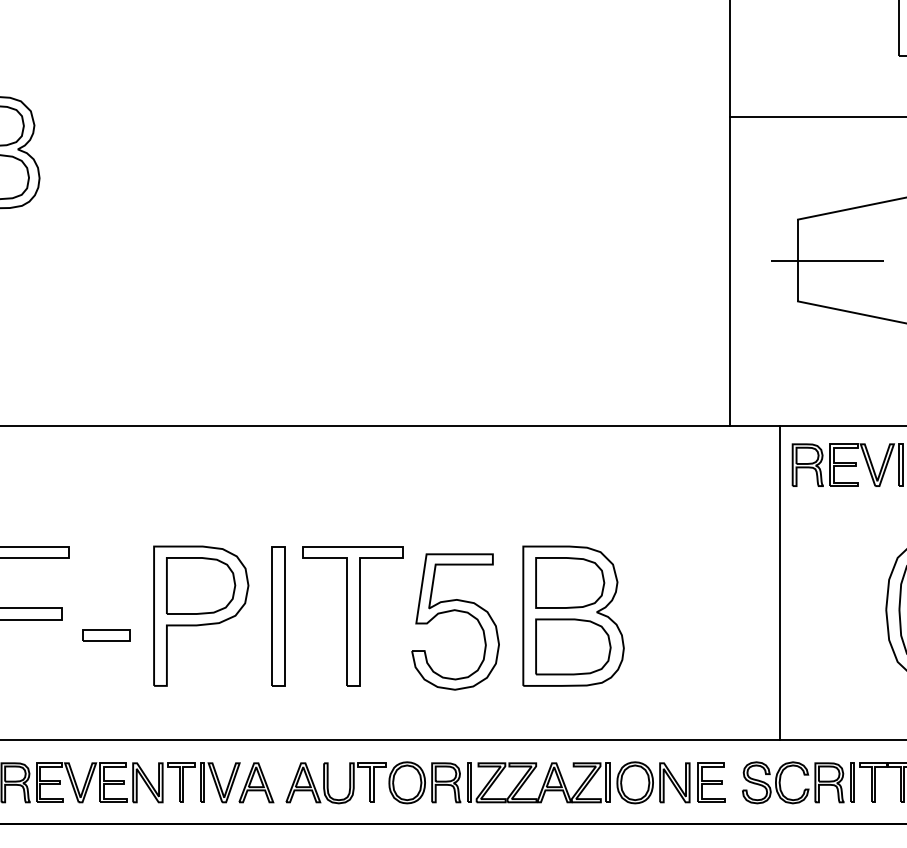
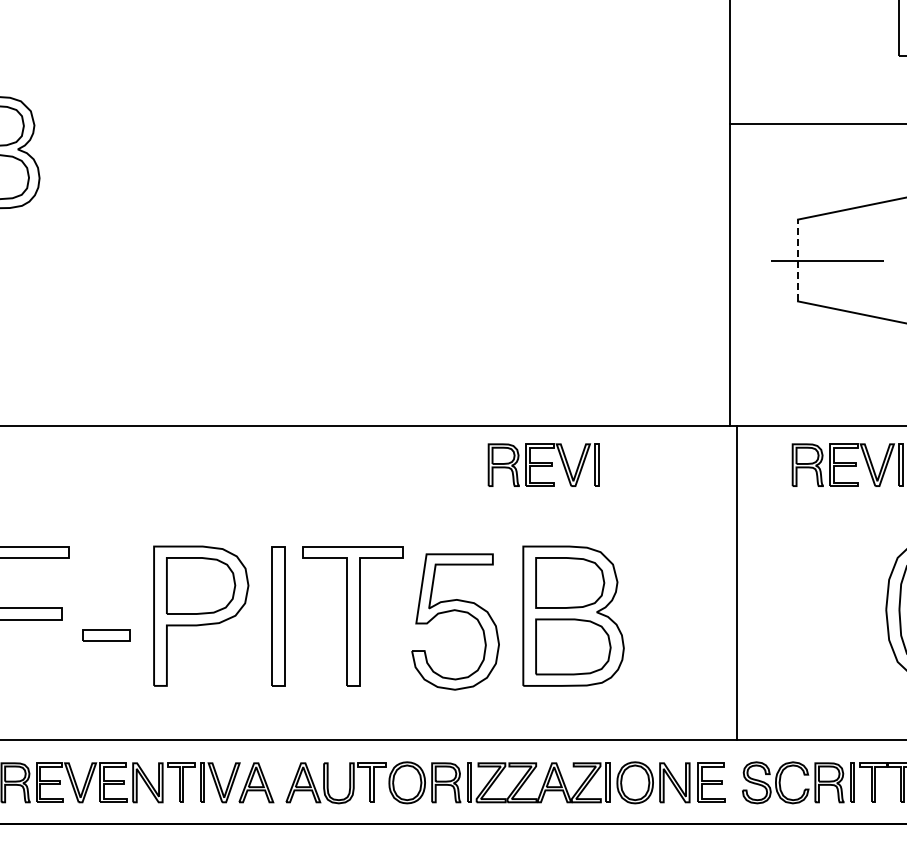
line at (816, 116) position: (816, 116) -> (816, 123)
line at (798, 260): solid -> dashed
part at (543, 464): none -> present
line at (779, 582) position: (779, 582) -> (736, 582)
